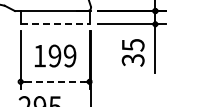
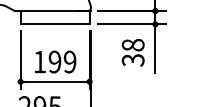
line at (55, 24): dashed -> solid
text at (132, 44): 35 -> 38
text at (55, 55) position: (55, 55) -> (55, 61)
line at (55, 81): dashed -> solid
